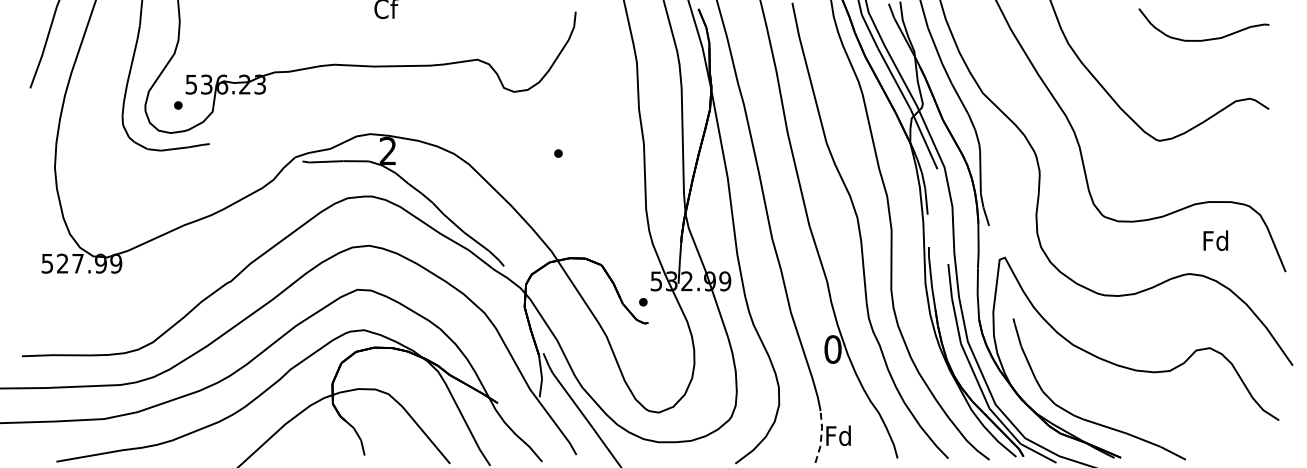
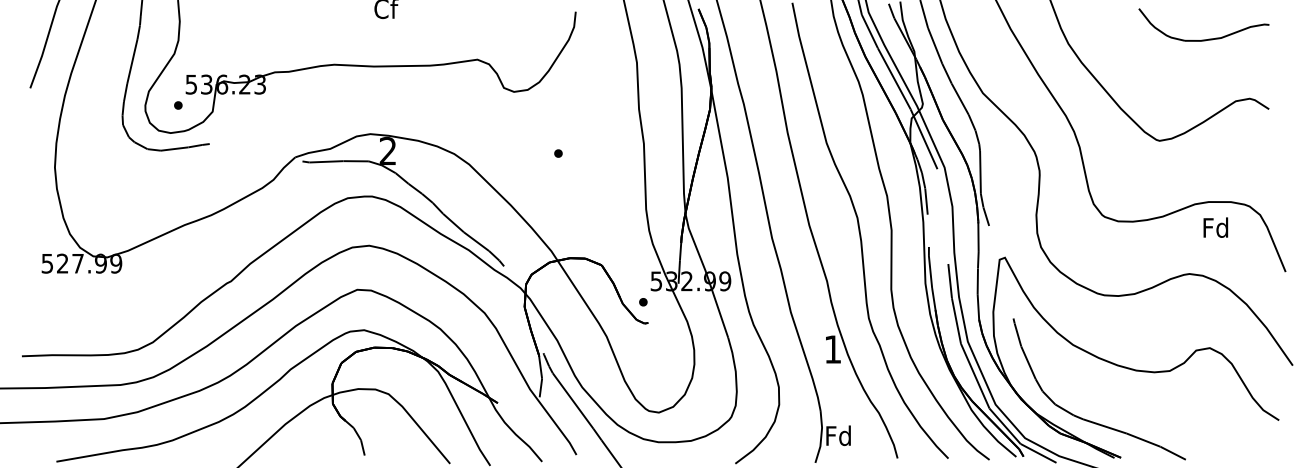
text at (1215, 240) position: (1215, 240) -> (1215, 227)
text at (832, 349): 0 -> 1
line at (821, 437): dashed -> solid
